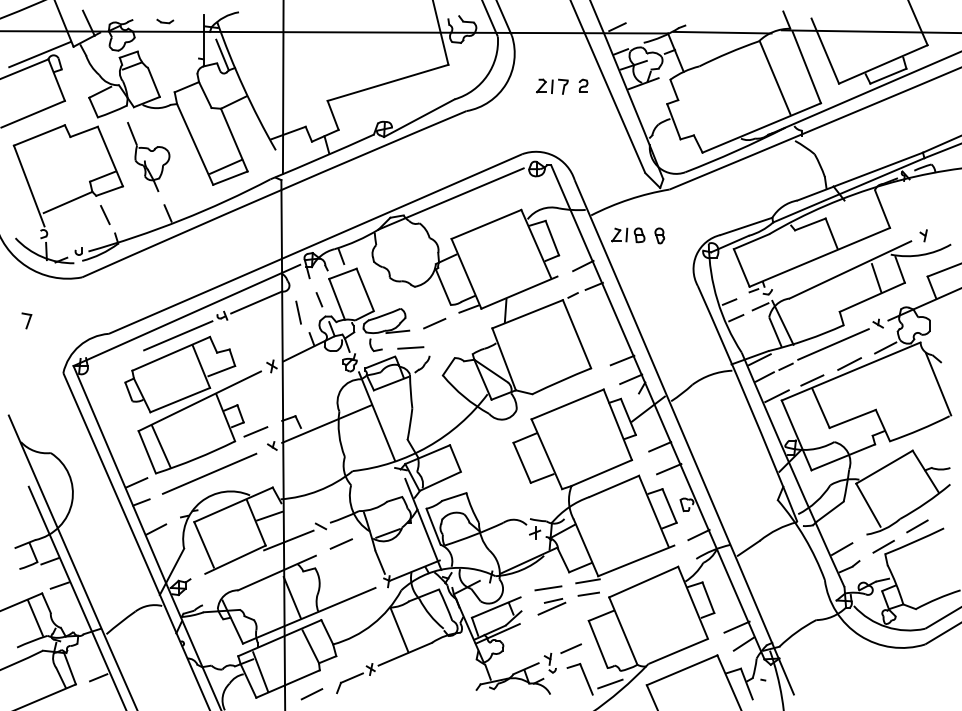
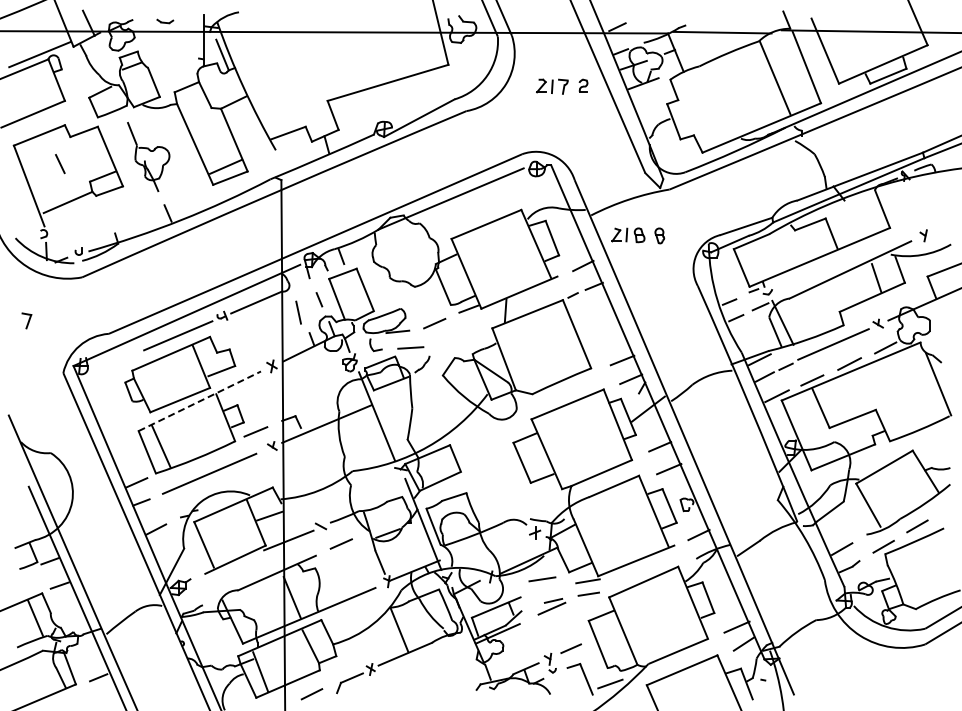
line at (282, 87): present -> none
line at (105, 215) position: (105, 215) -> (60, 164)
line at (200, 401): solid -> dashed
line at (548, 588) position: (548, 588) -> (542, 579)
